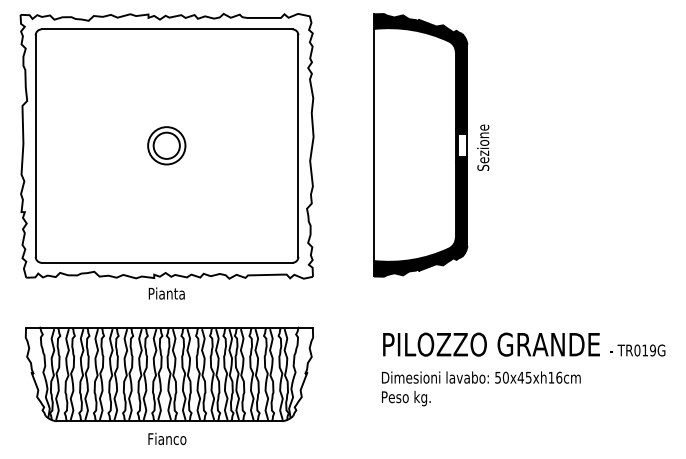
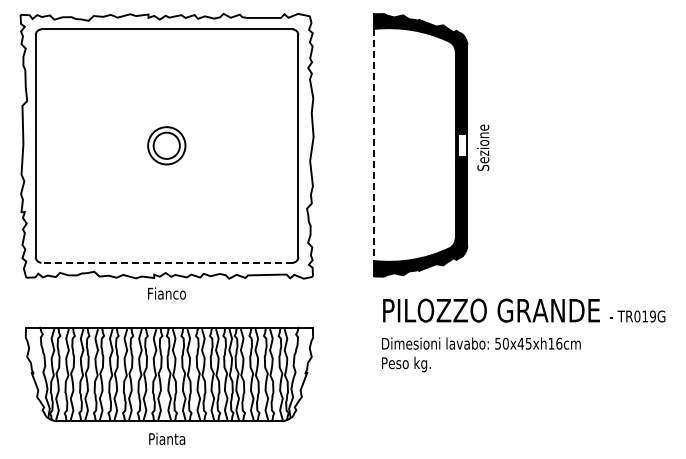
line at (374, 145): solid -> dashed
line at (167, 262): solid -> dashed
text at (166, 293): Pianta -> Fianco
text at (523, 369) position: (523, 369) -> (523, 335)
text at (167, 438): Fianco -> Pianta
